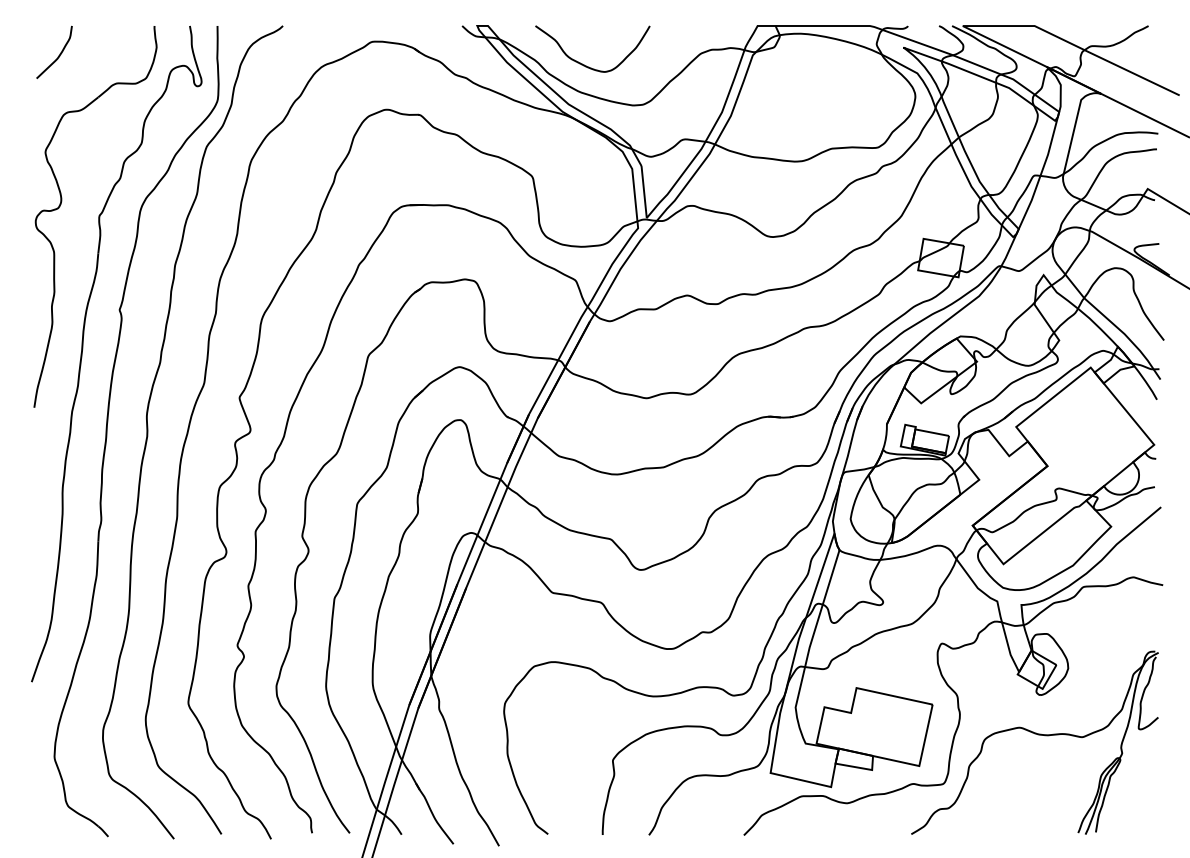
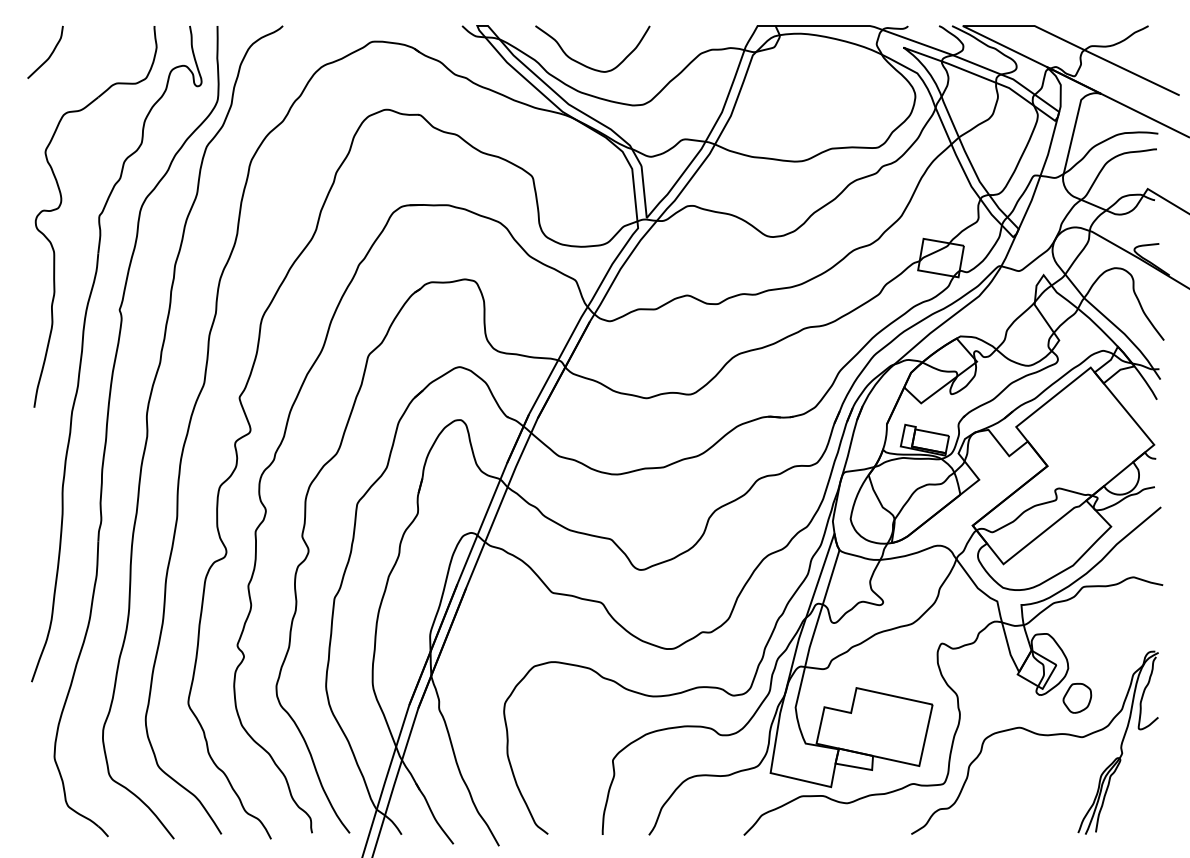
curve at (59, 53) position: (59, 53) -> (50, 53)
part at (1077, 698): none -> present
